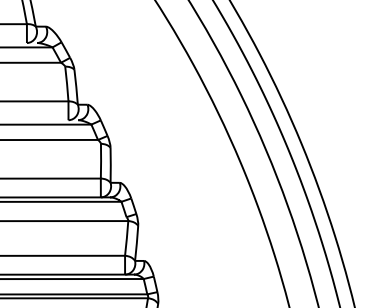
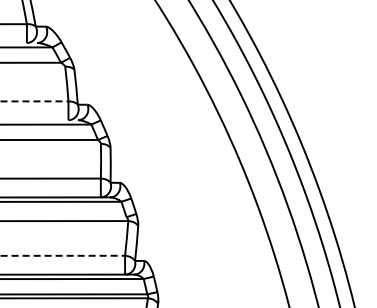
line at (34, 101): solid -> dashed
line at (63, 255): solid -> dashed
